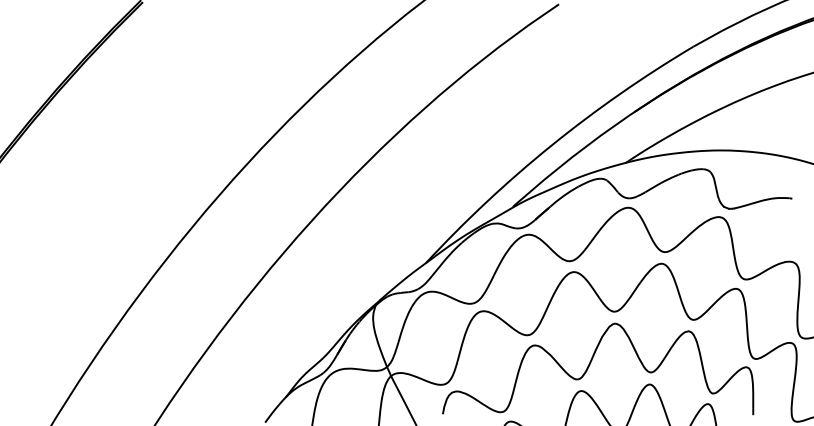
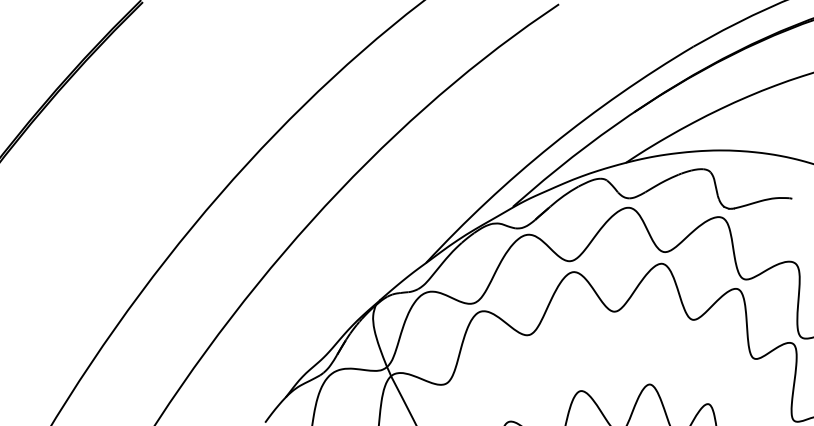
curve at (590, 365): present -> none
